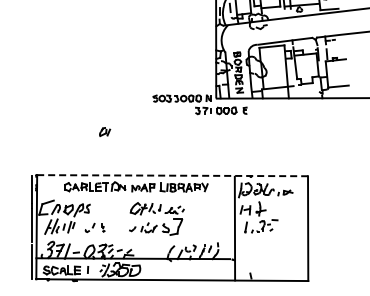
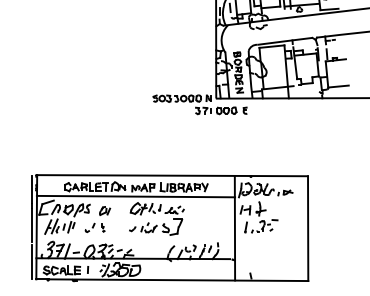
part at (105, 131) position: (105, 131) -> (105, 210)
line at (173, 175): dashed -> solid
line at (135, 196): none -> present
